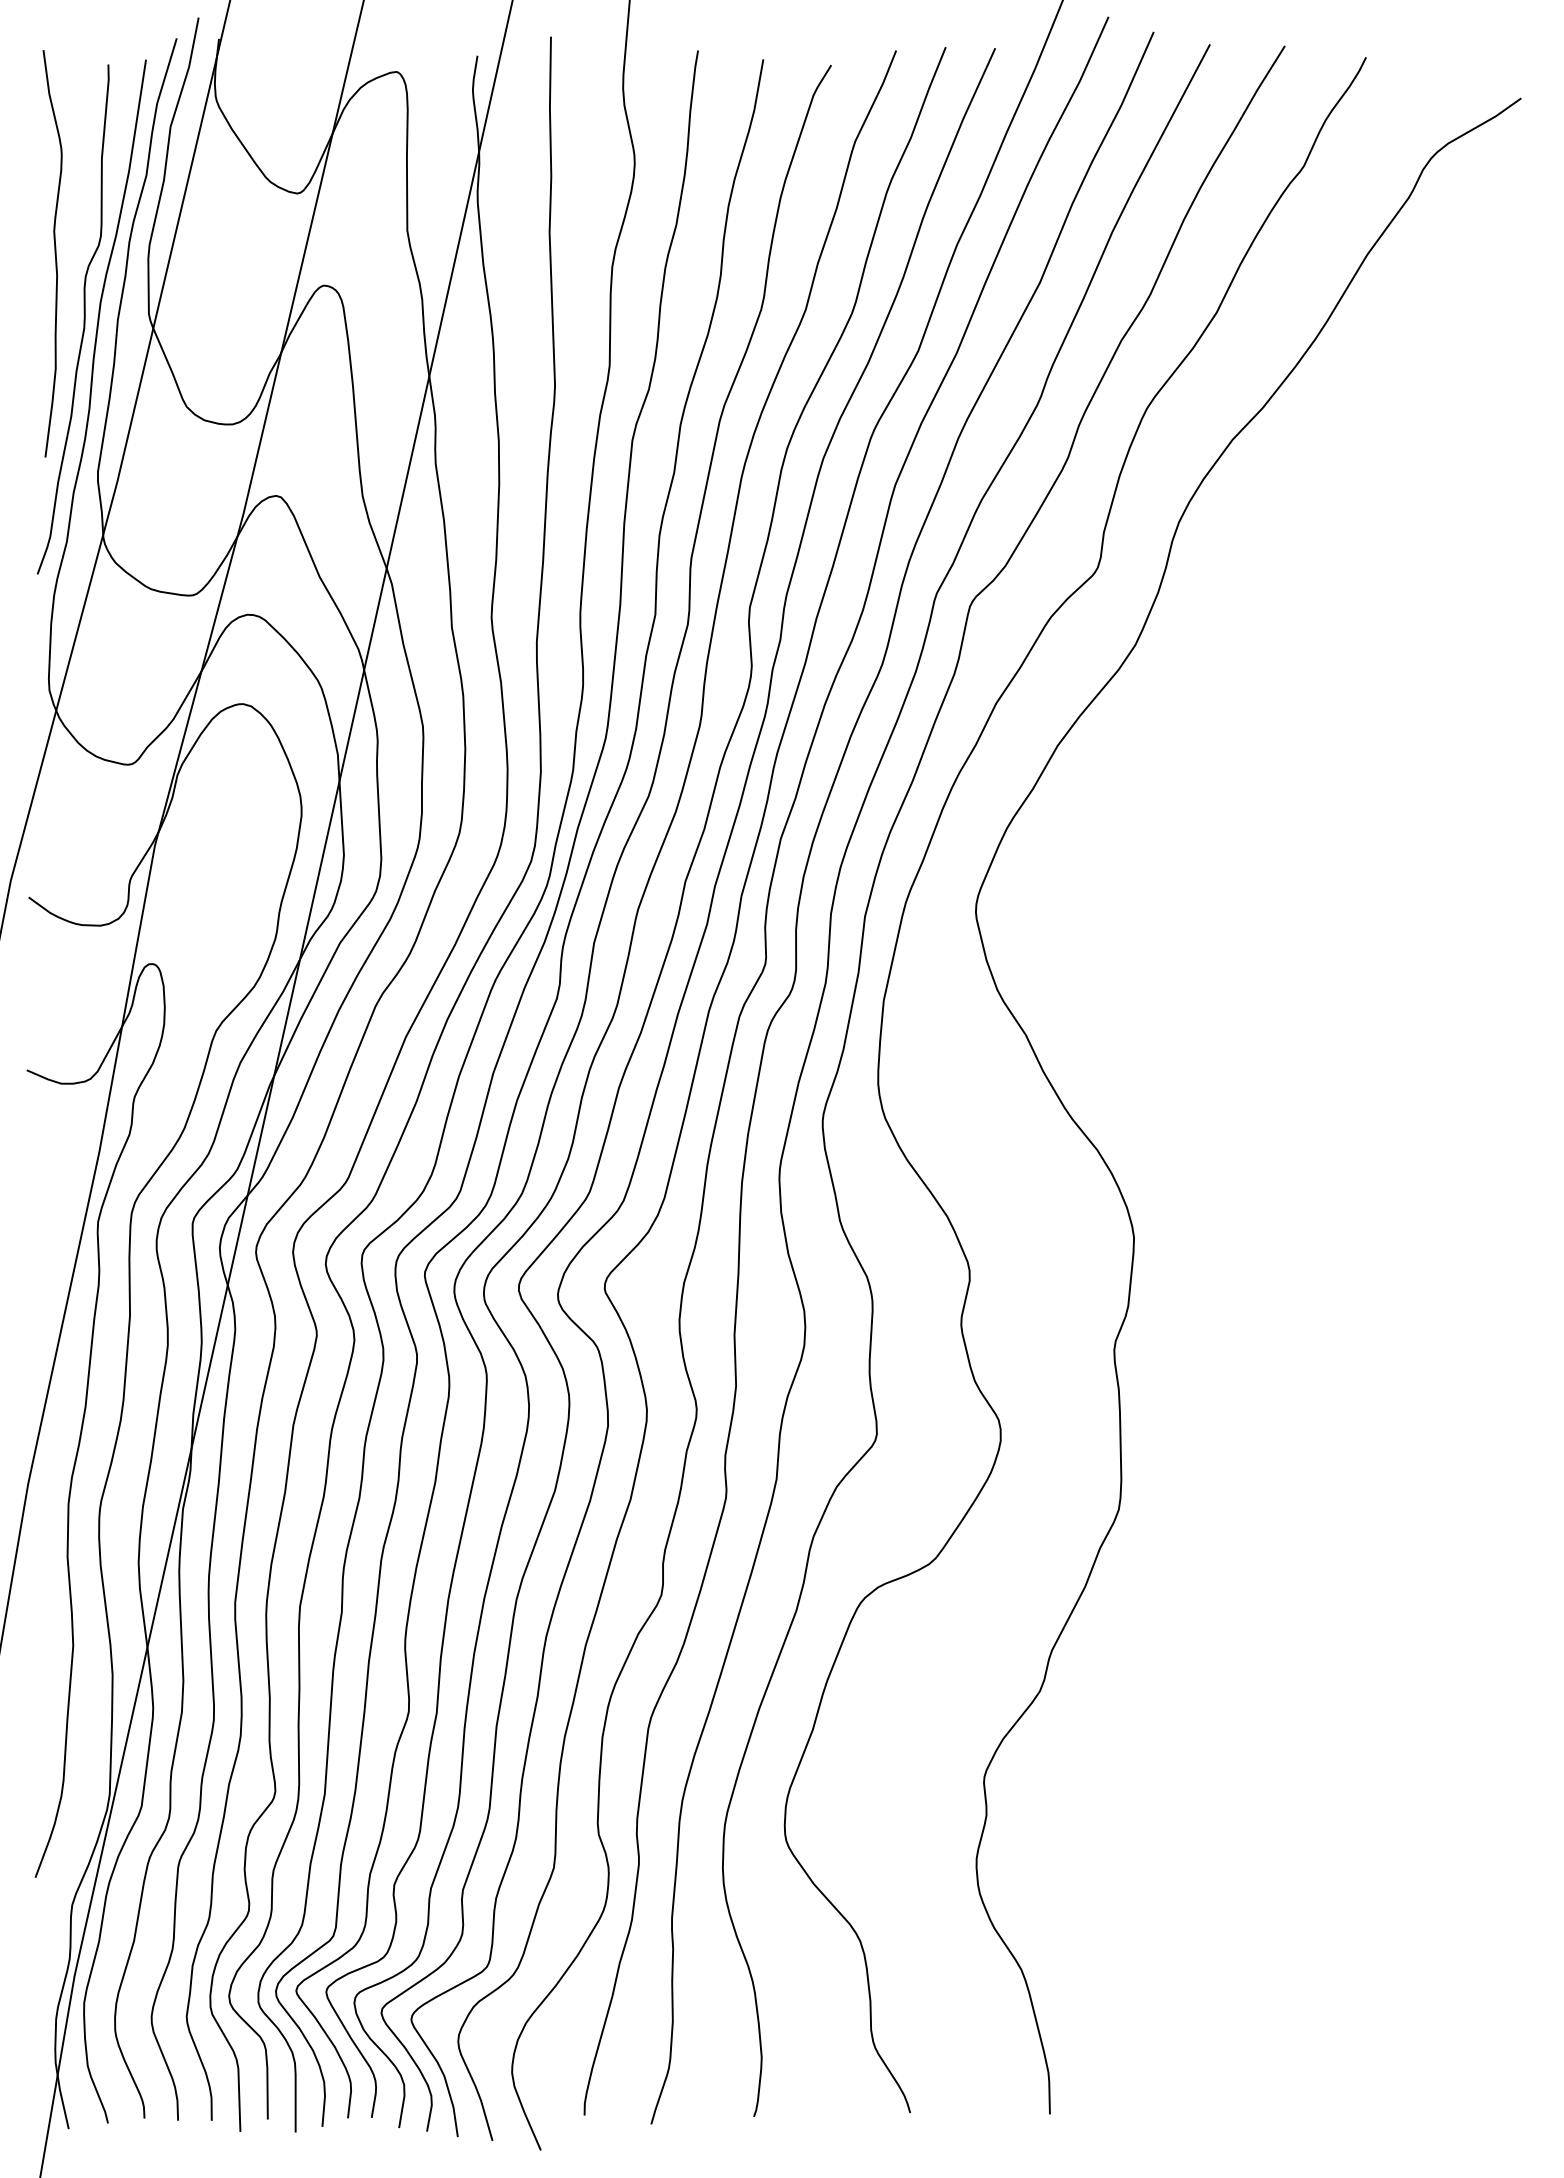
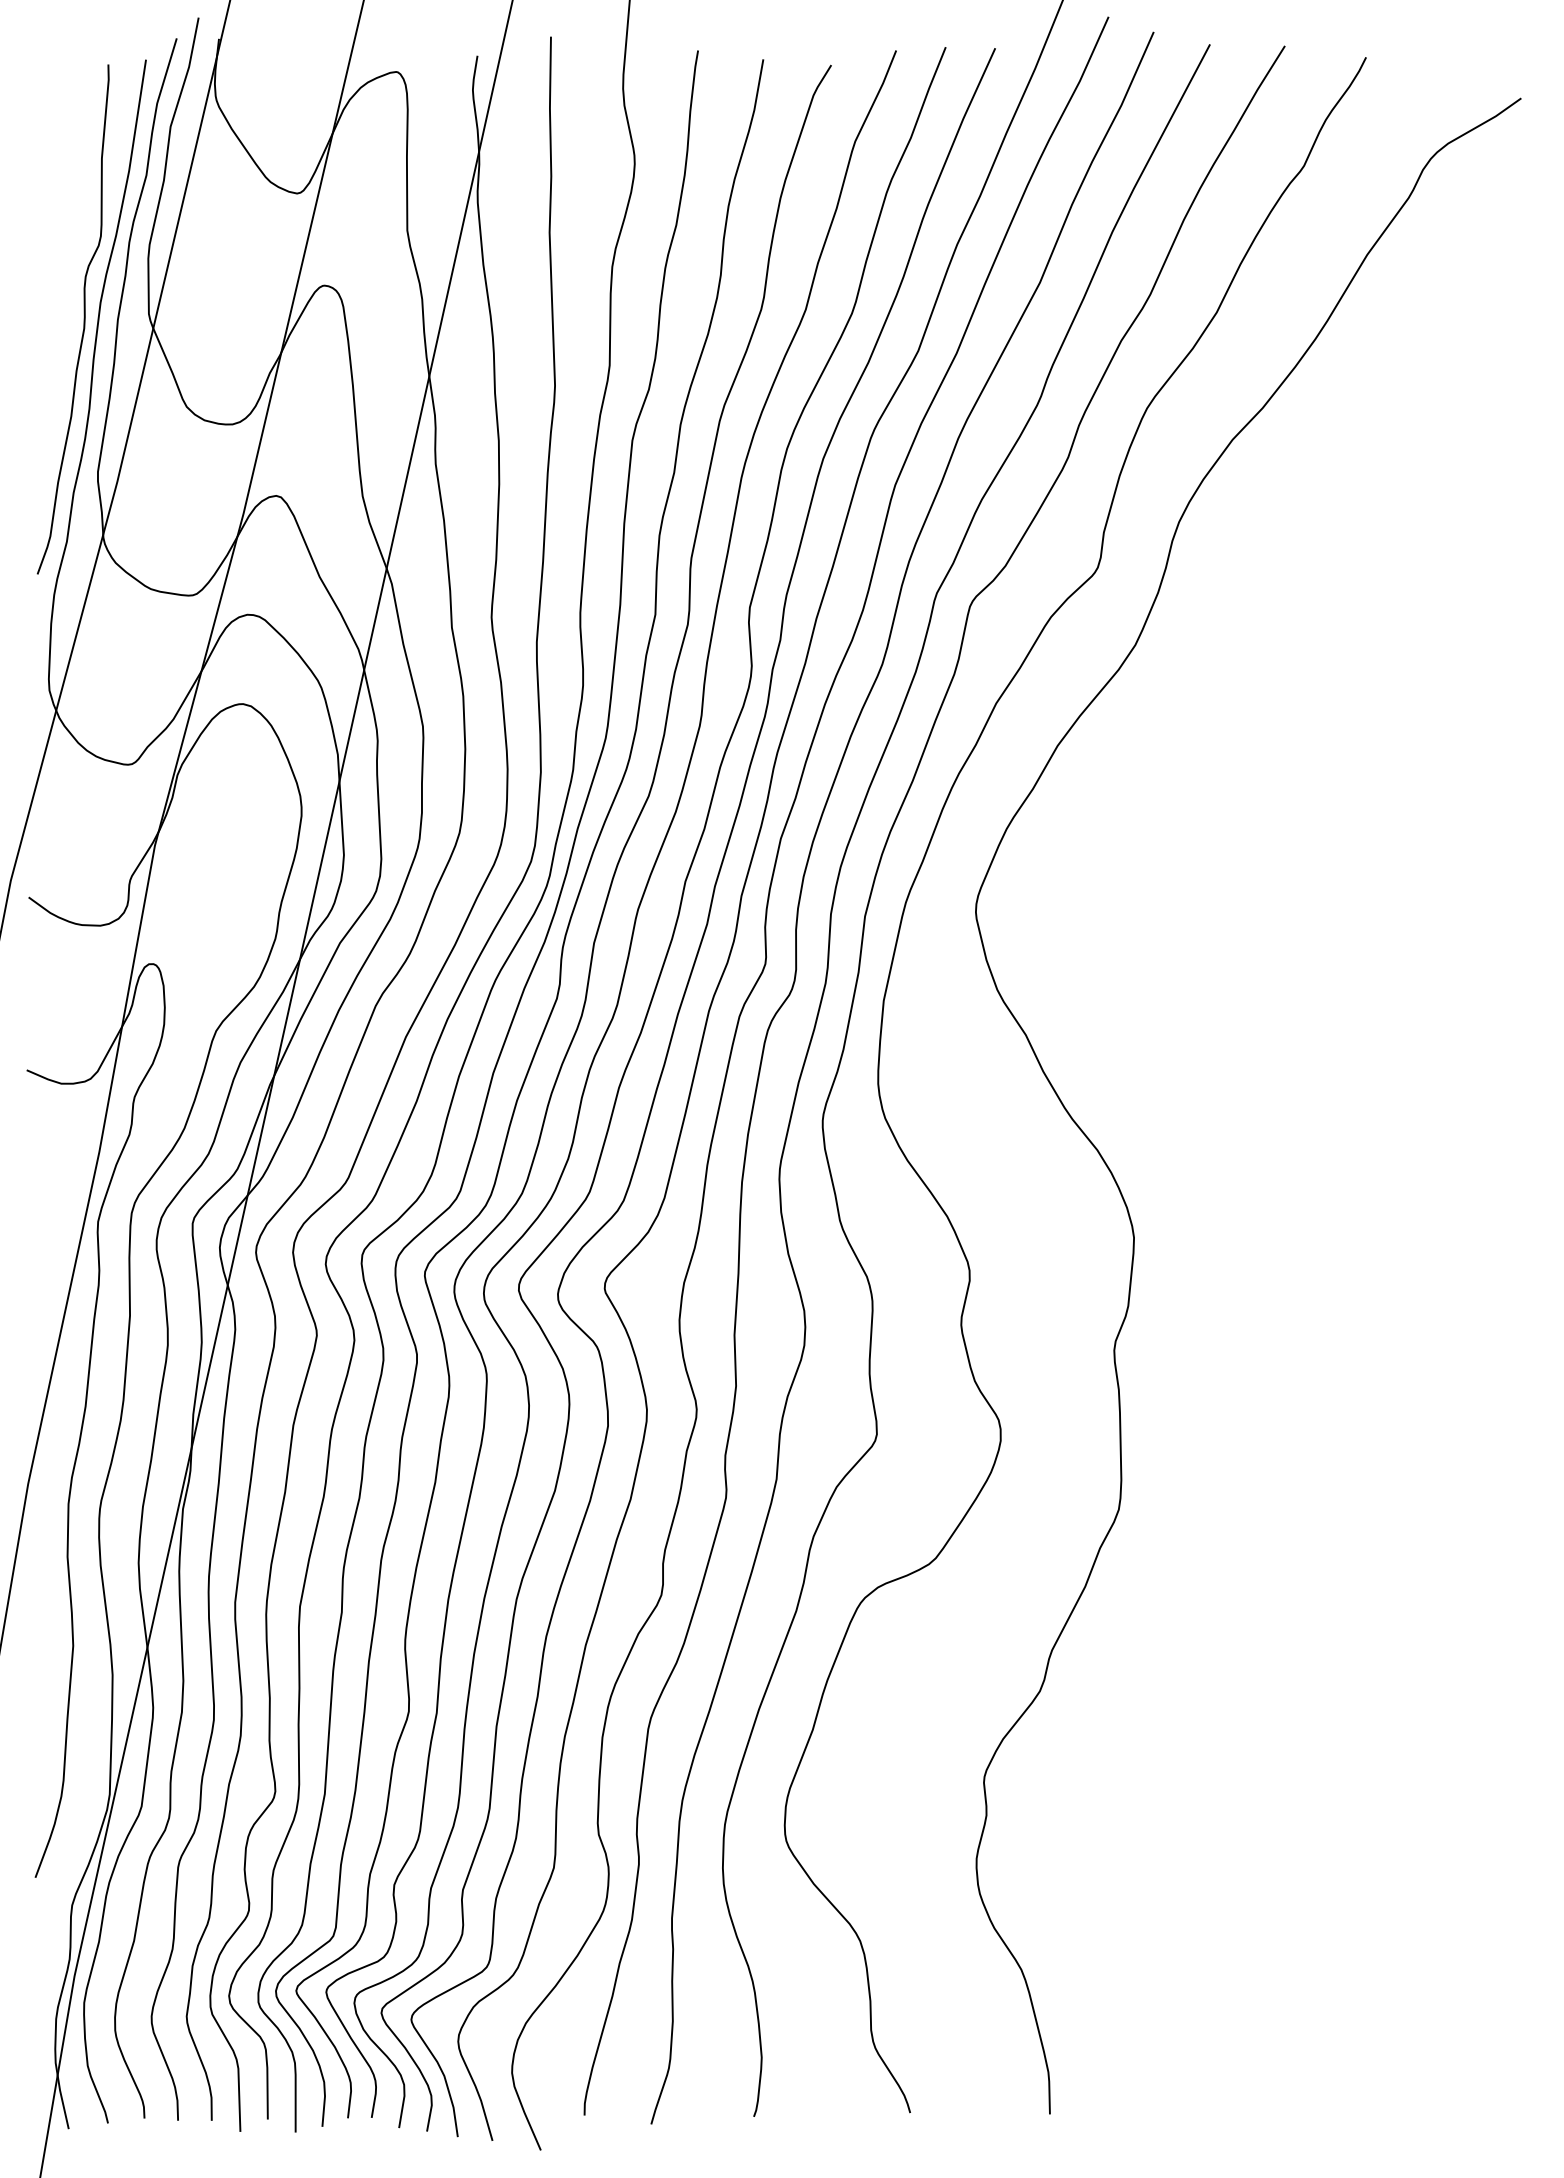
curve at (54, 253): present -> none
